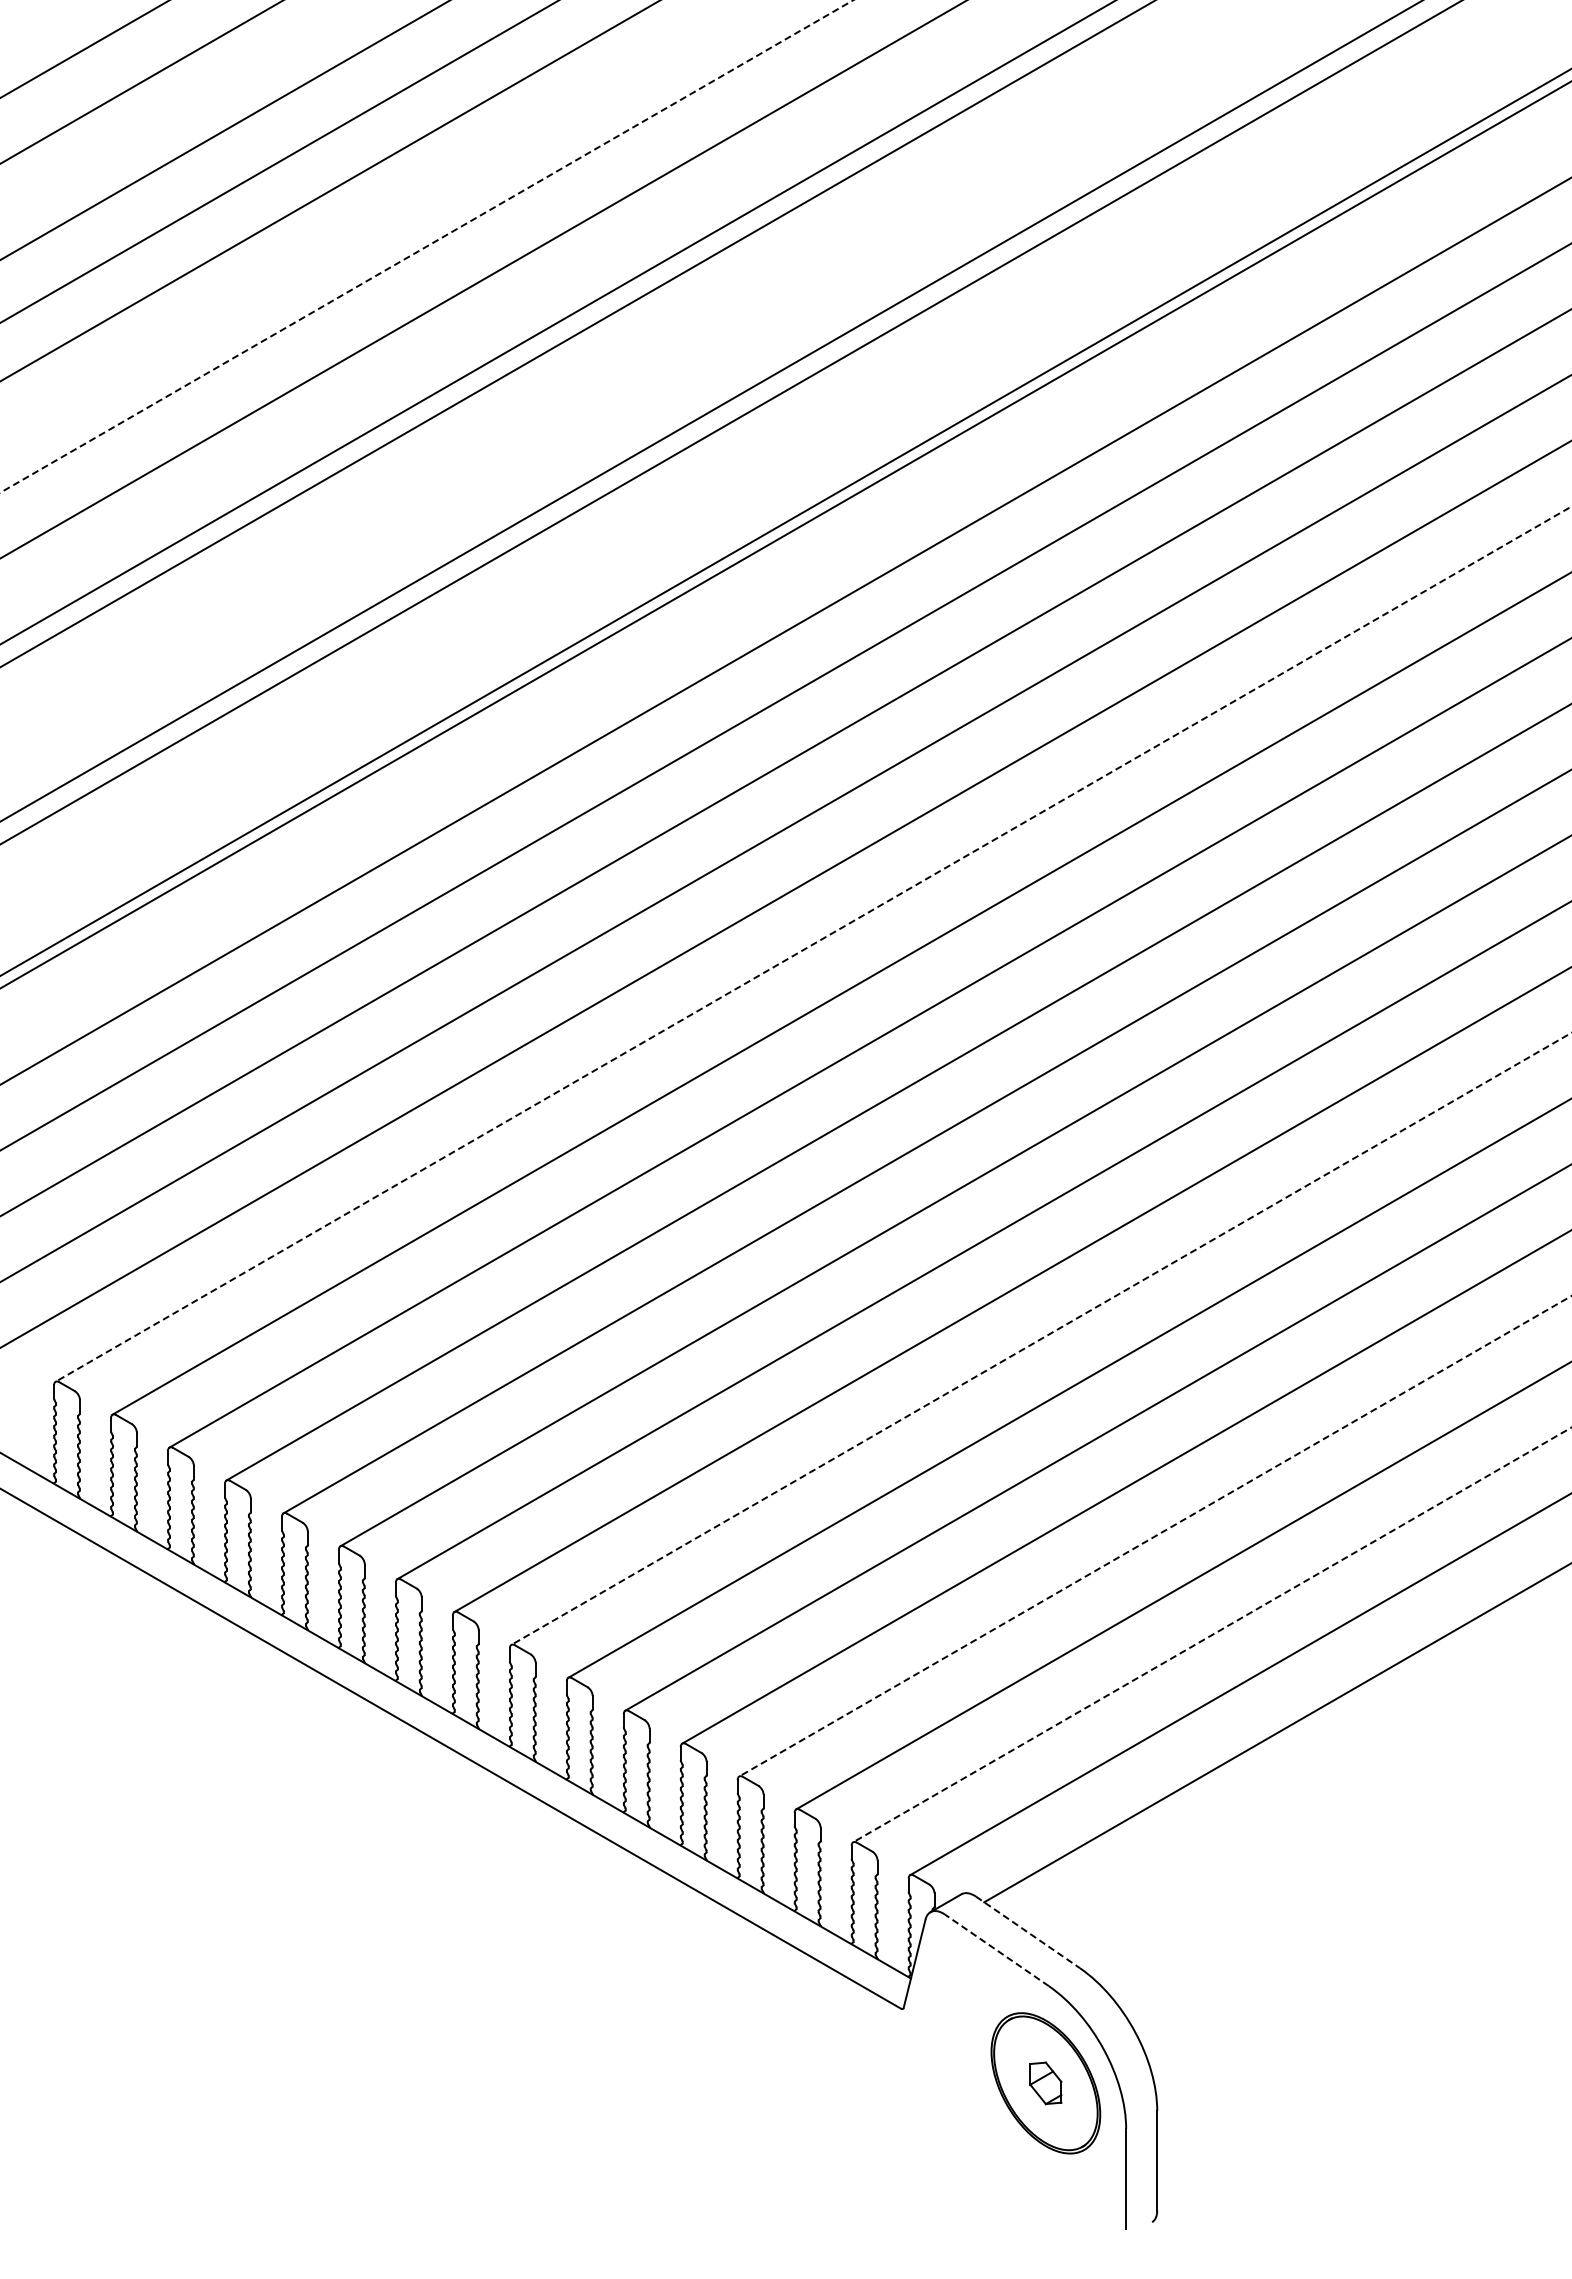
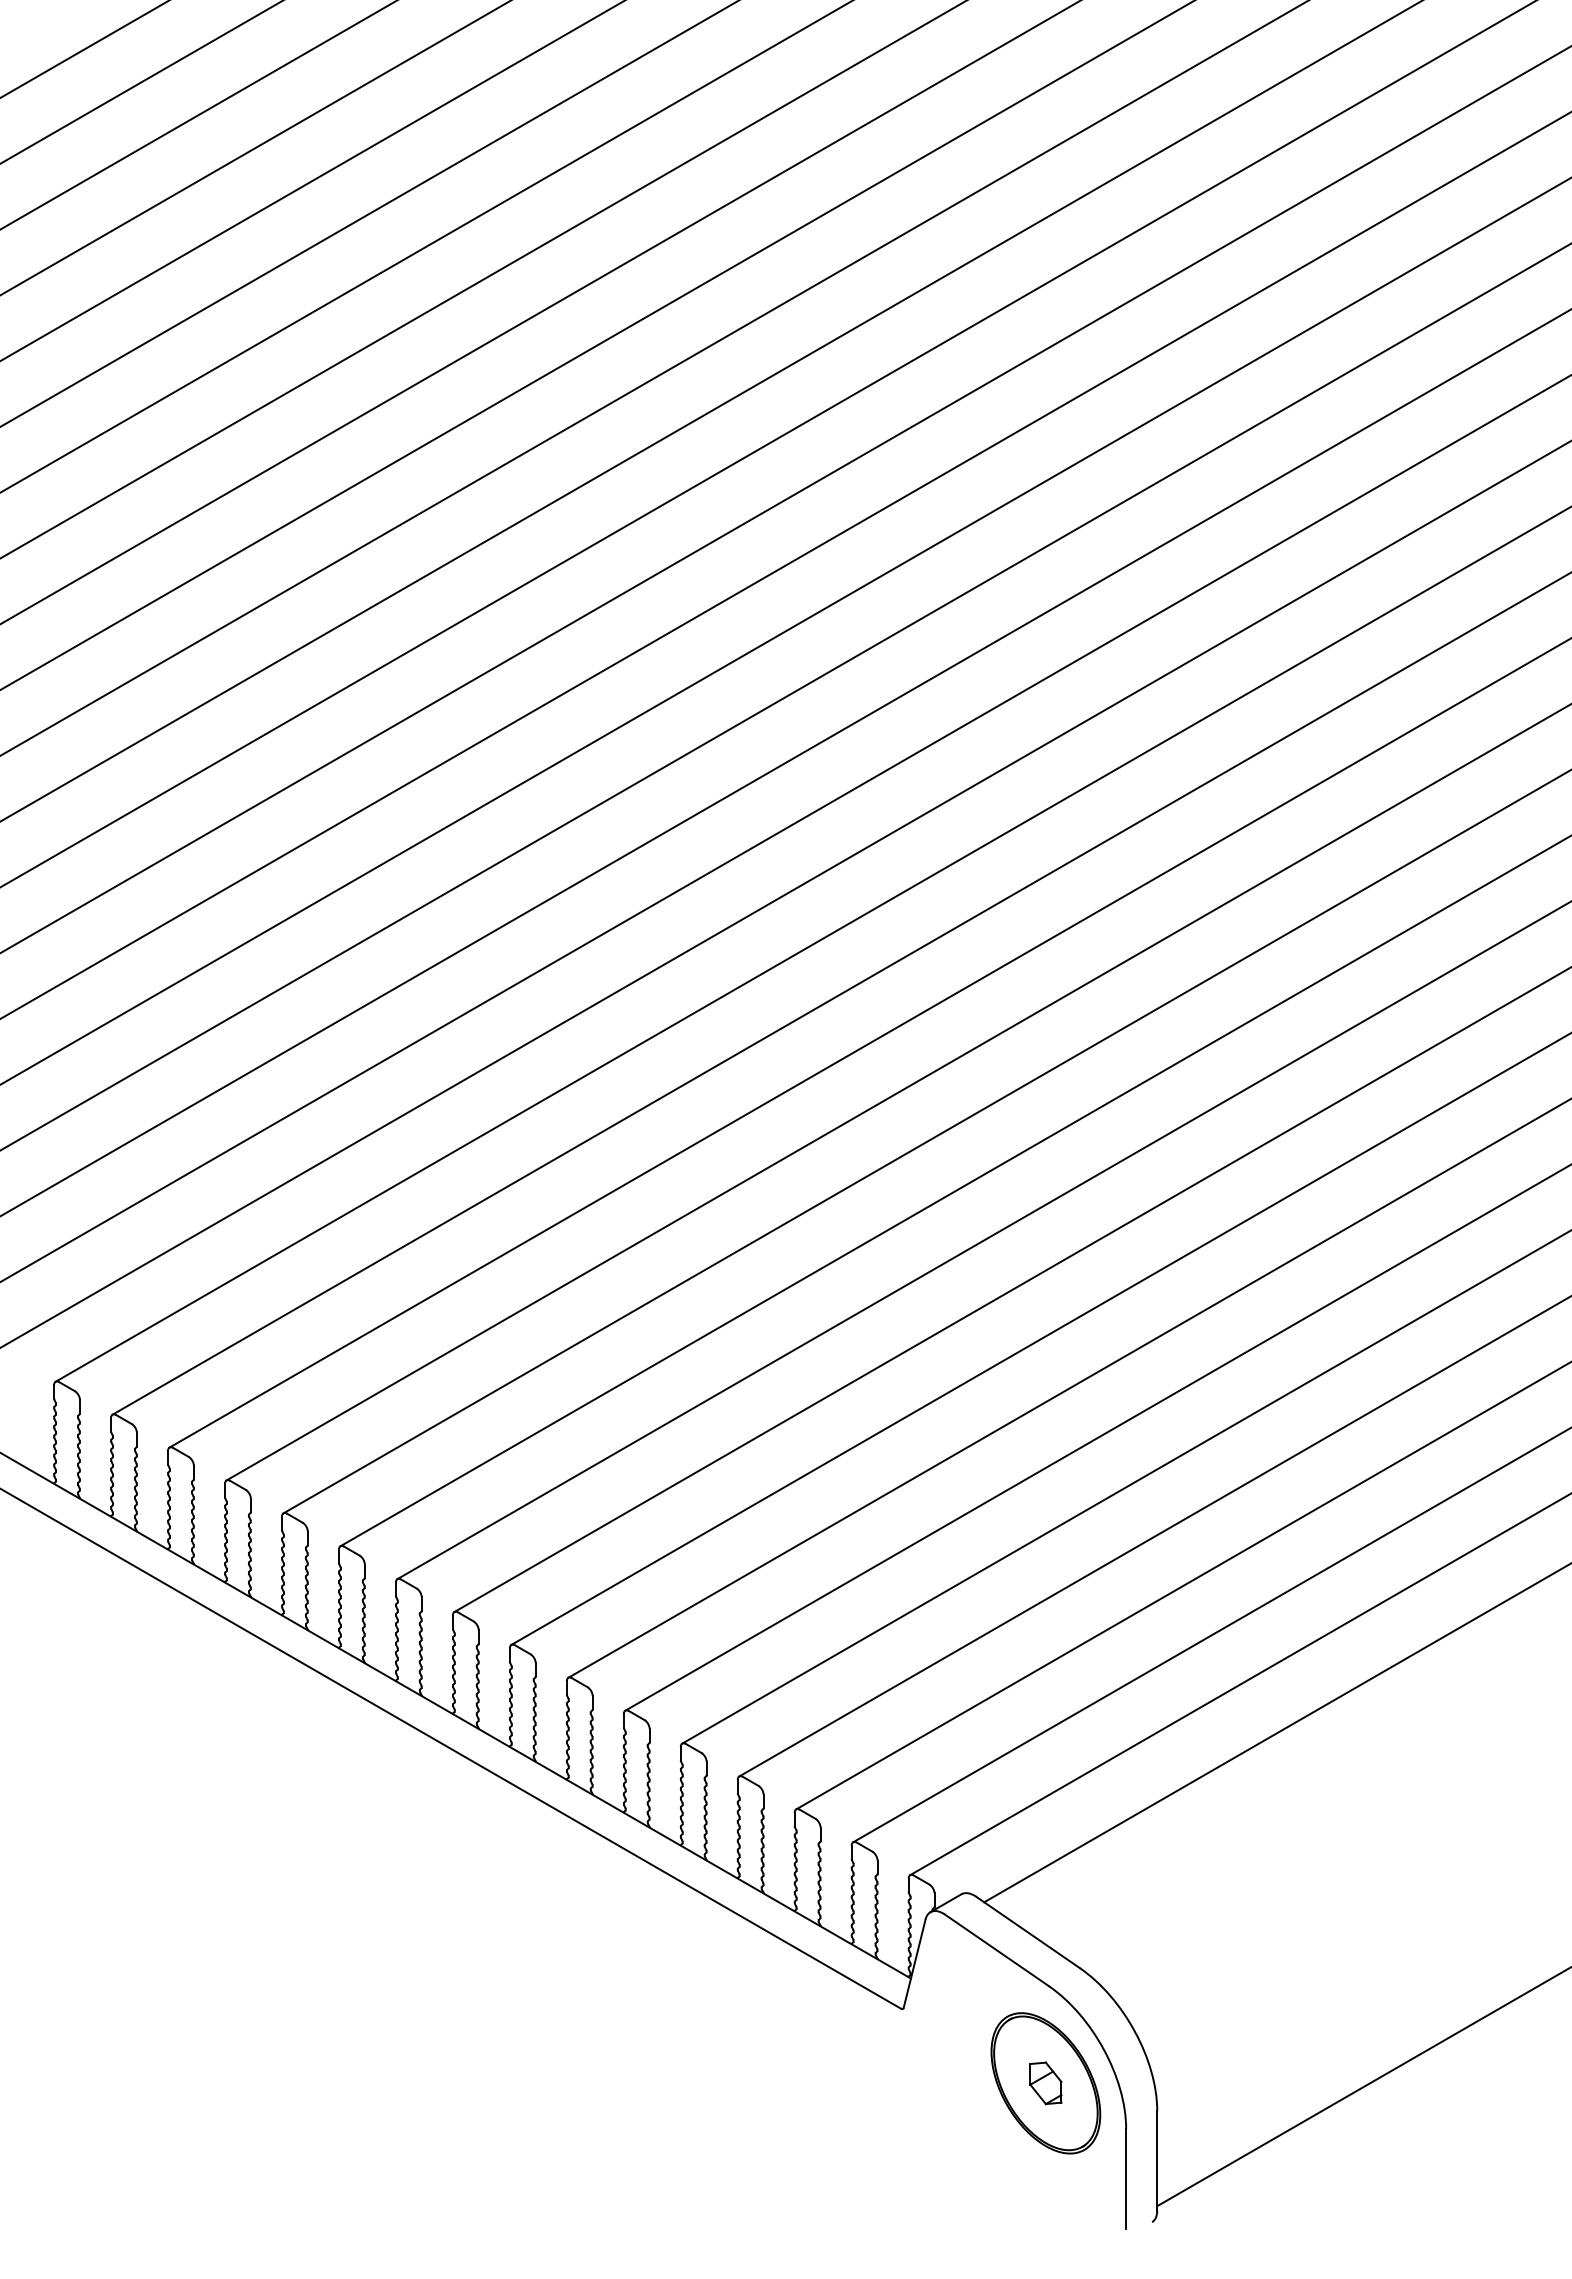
line at (224, 130) position: (224, 130) -> (198, 115)
line at (255, 148): none -> present
line at (279, 161) position: (279, 161) -> (312, 181)
line at (329, 191) position: (329, 191) -> (368, 213)
line at (426, 246): dashed -> solid
line at (557, 322) position: (557, 322) -> (540, 312)
line at (576, 333) position: (576, 333) -> (596, 345)
line at (653, 378): none -> present
line at (730, 422) position: (730, 422) -> (767, 444)
line at (785, 522) position: (785, 522) -> (785, 500)
line at (785, 534) position: (785, 534) -> (785, 565)
line at (813, 944): dashed -> solid
line at (1041, 1339): dashed -> solid
line at (1154, 1536): dashed -> solid
line at (1212, 1634): dashed -> solid
line at (1028, 1932): dashed -> solid
line at (996, 1950): dashed -> solid
line at (1362, 2087): none -> present
